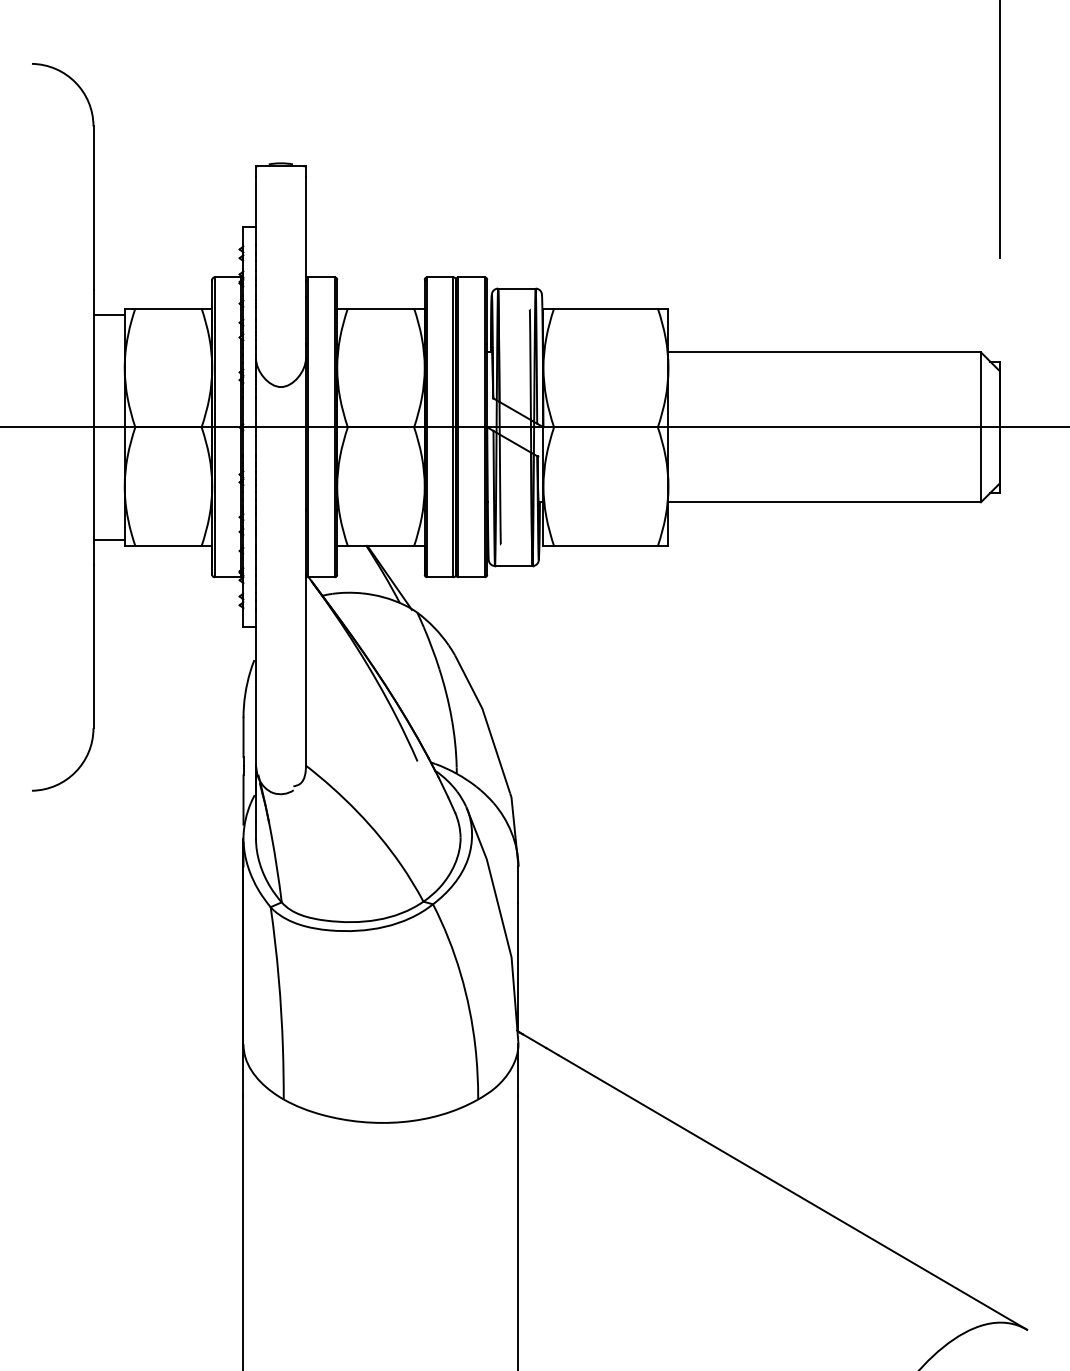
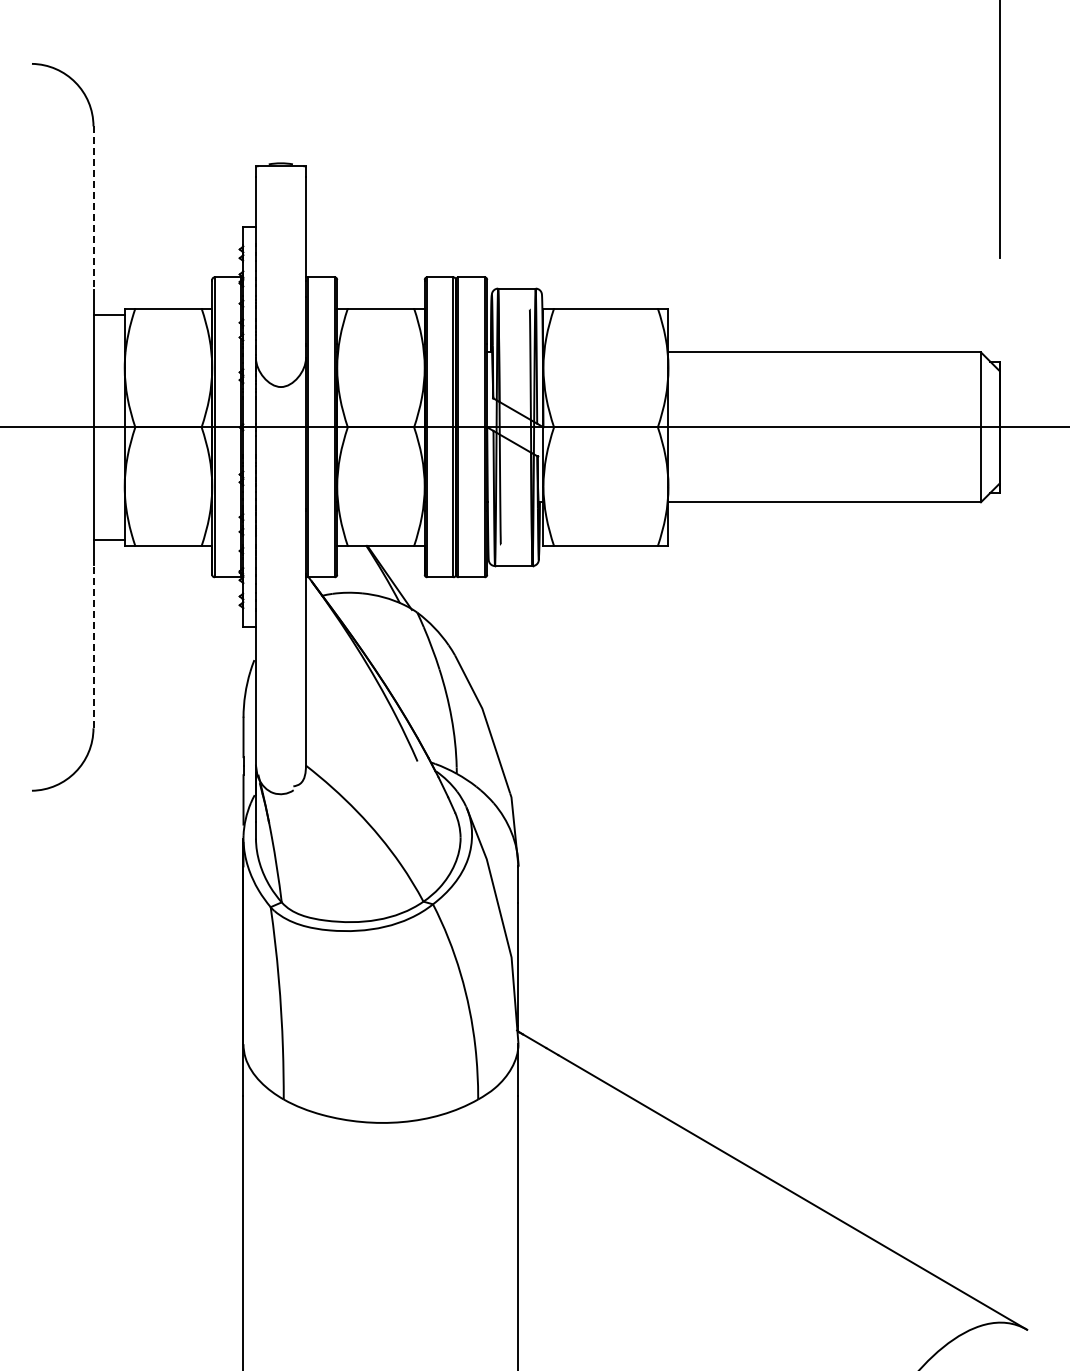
line at (93, 208): solid -> dashed
line at (93, 646): solid -> dashed
